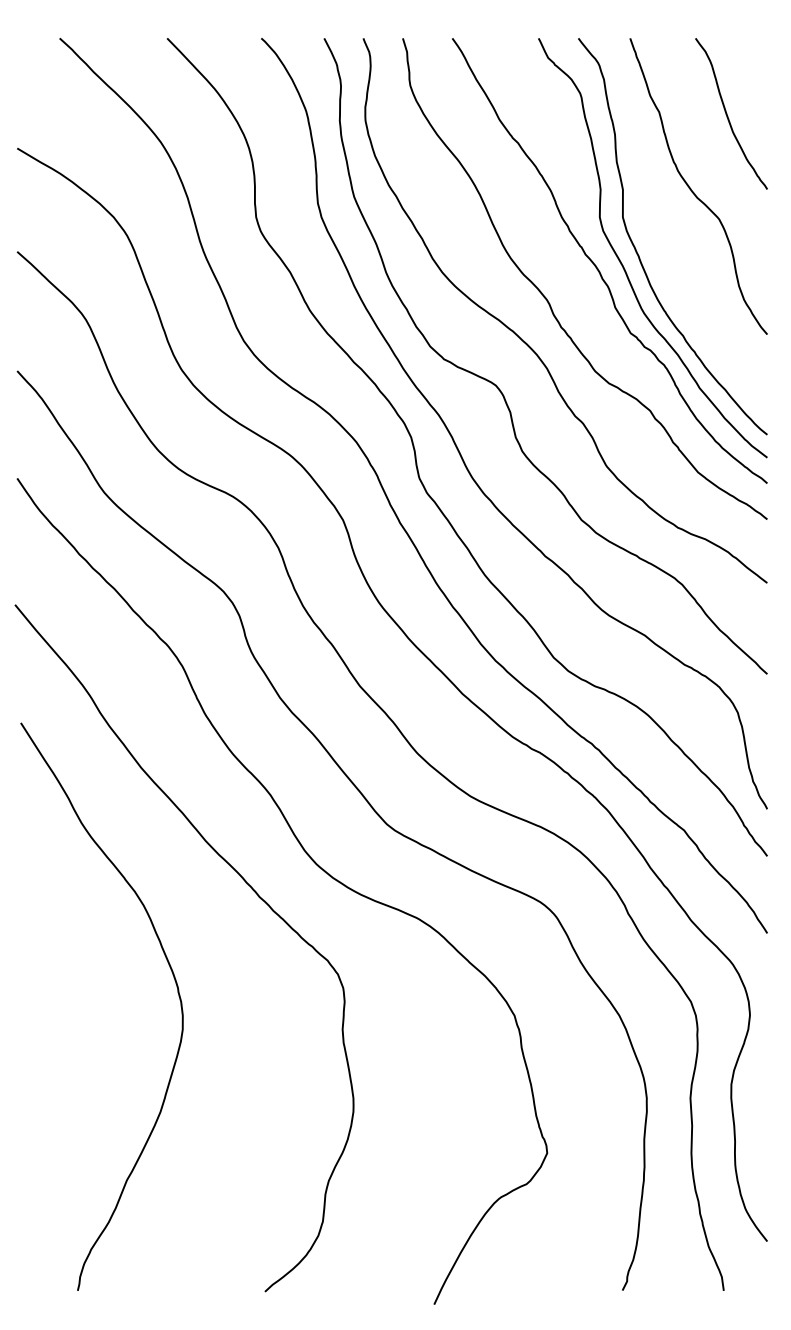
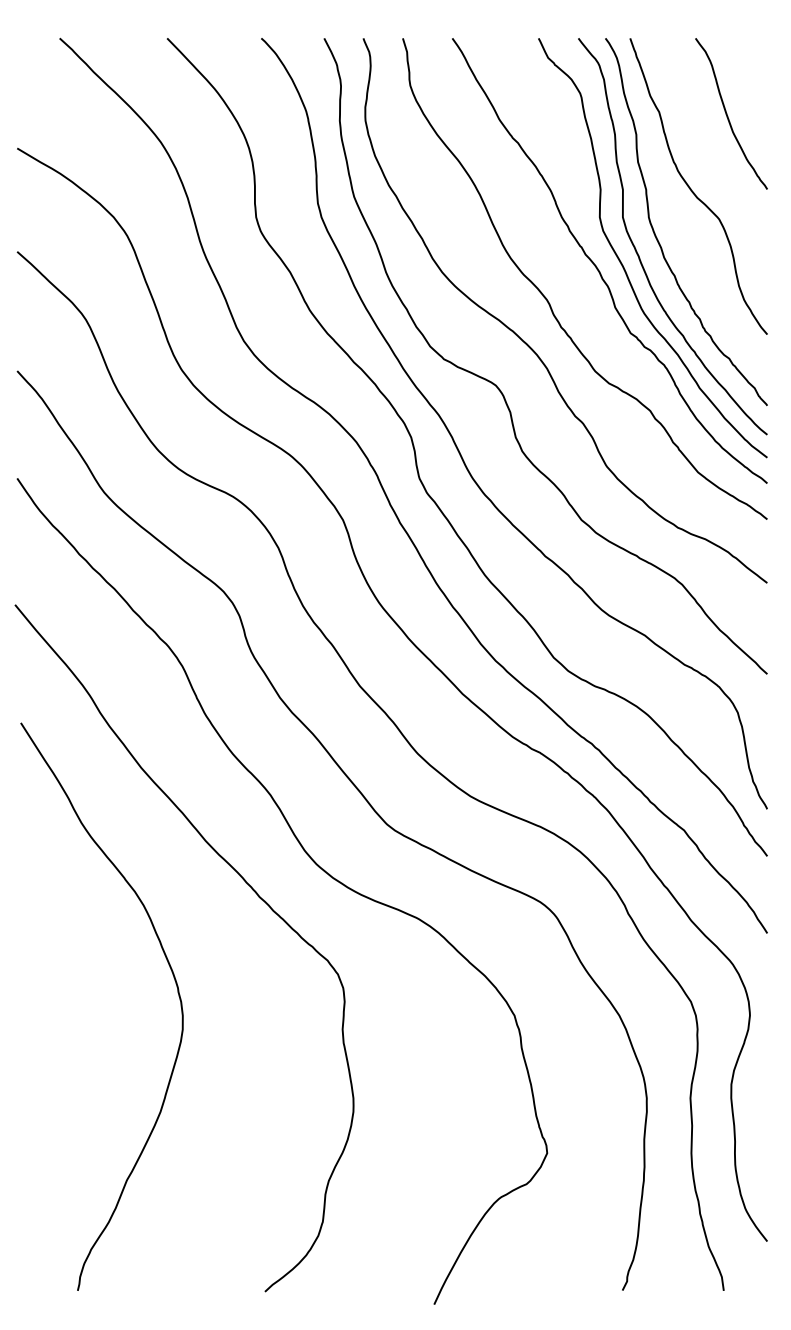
curve at (655, 232): none -> present
